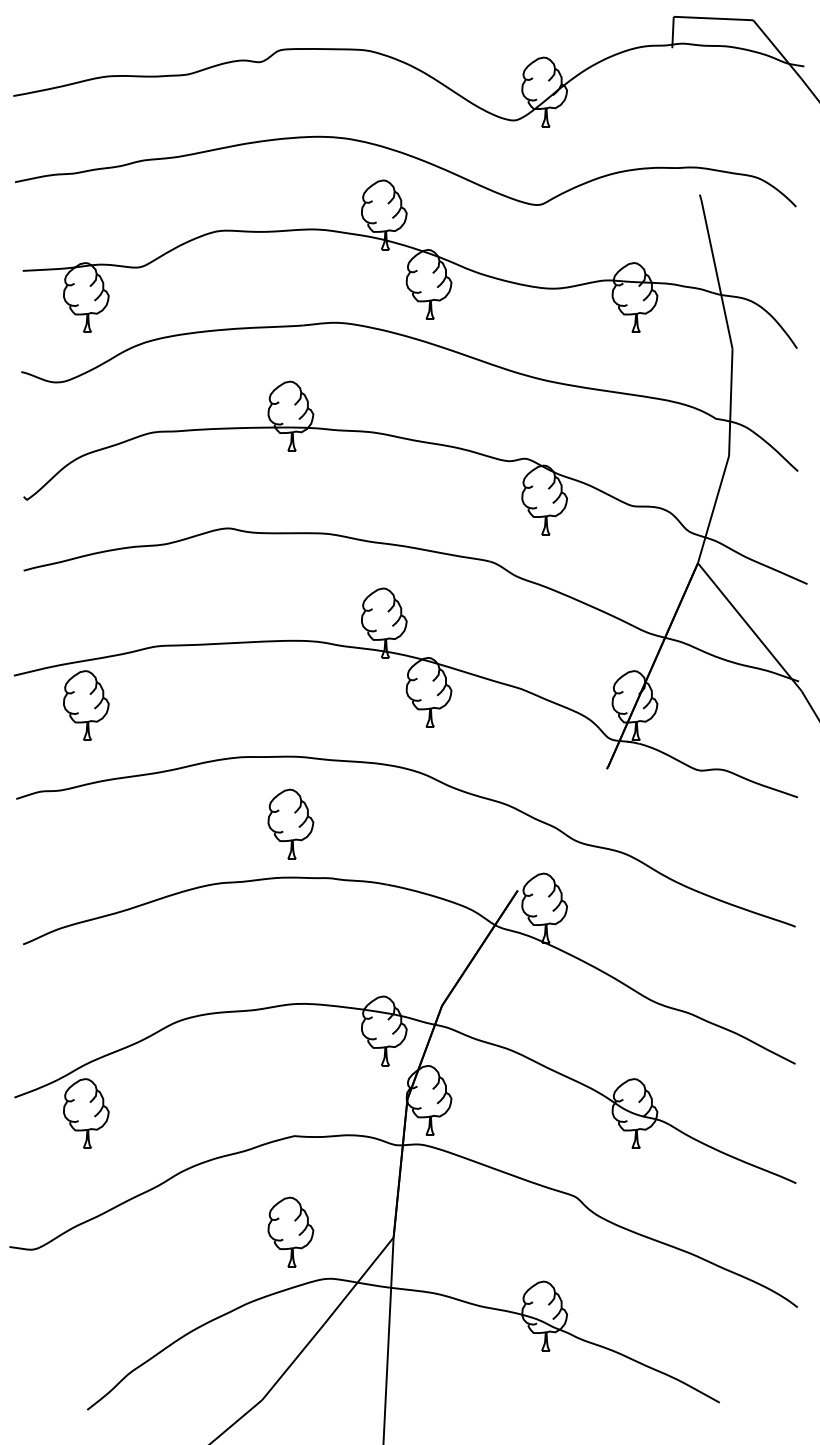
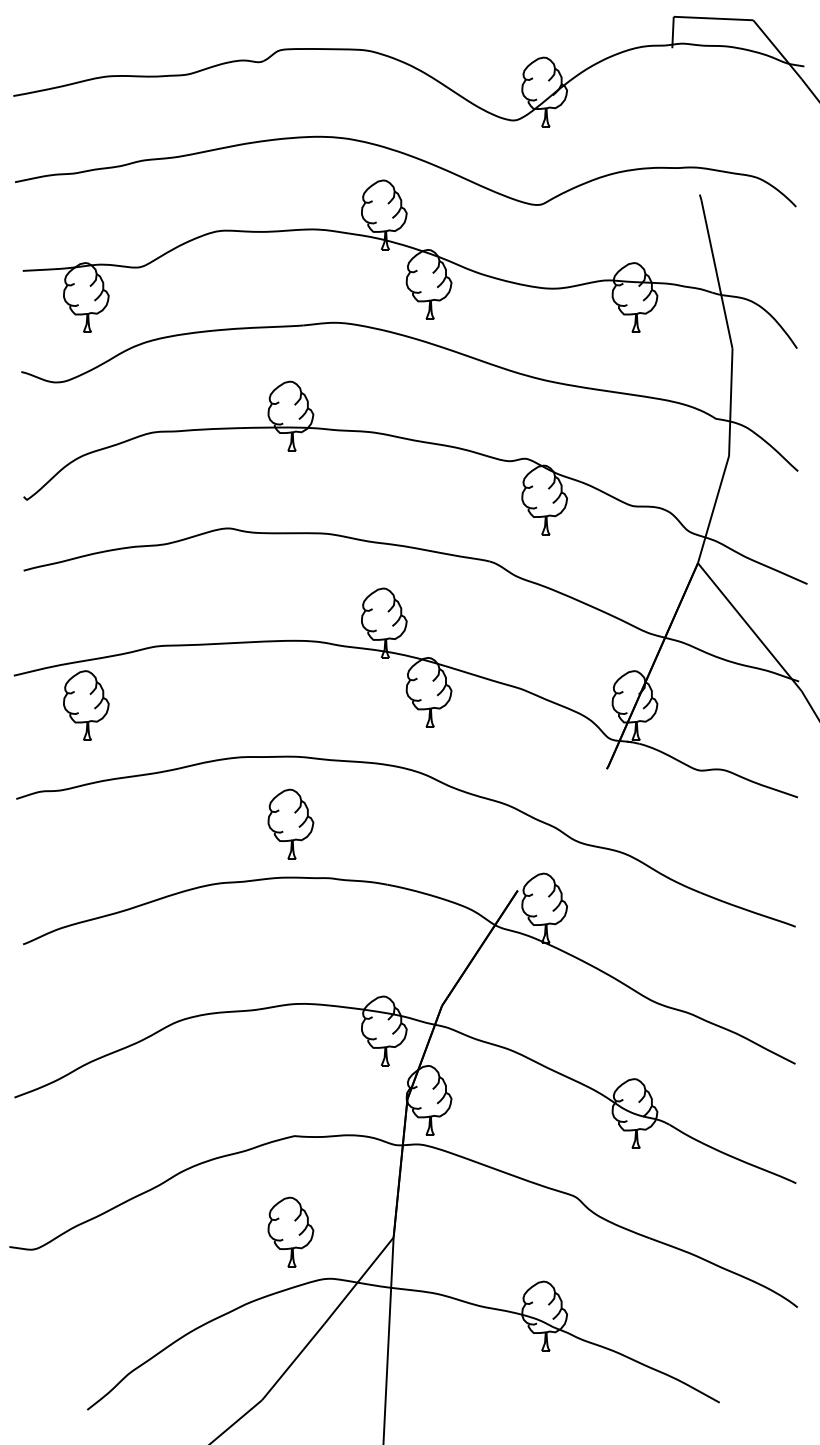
part at (86, 1113): present -> none
